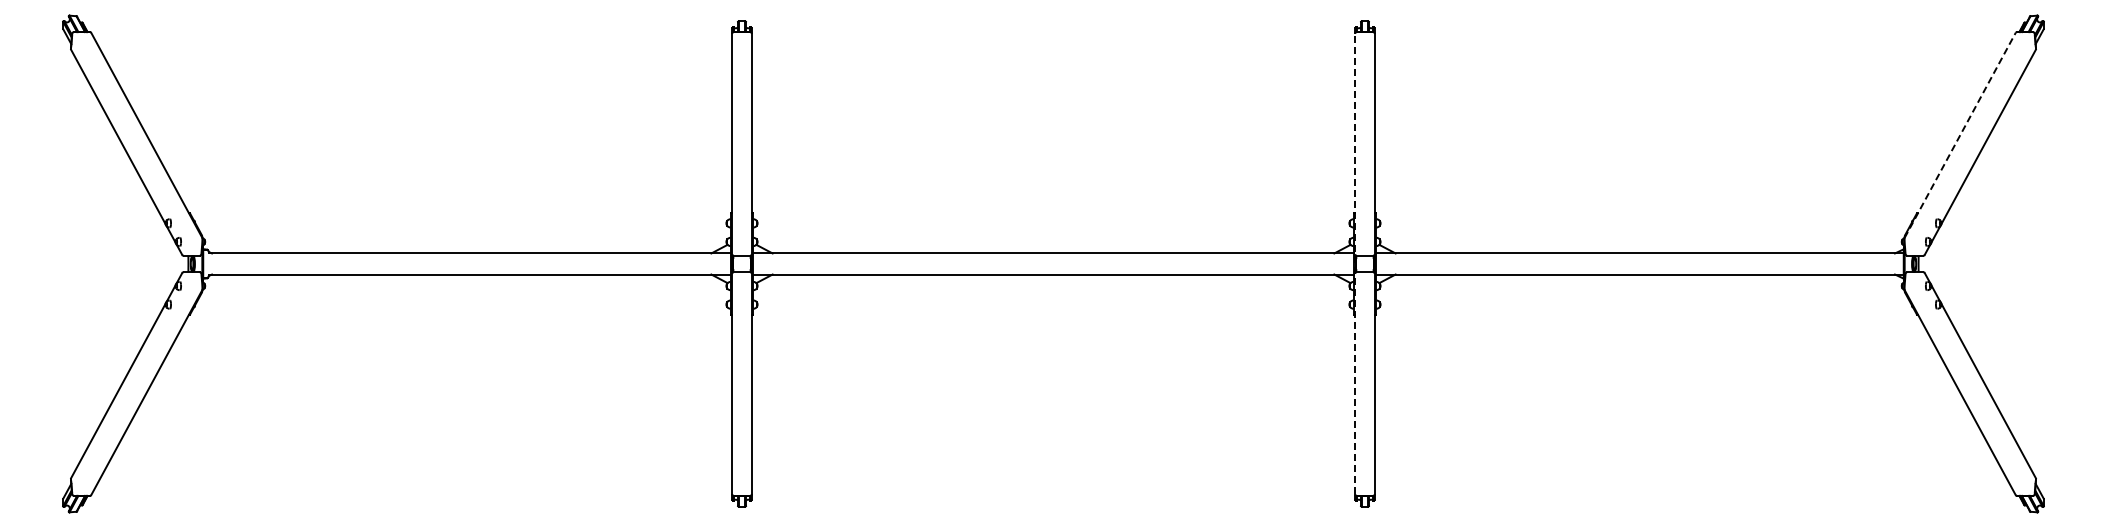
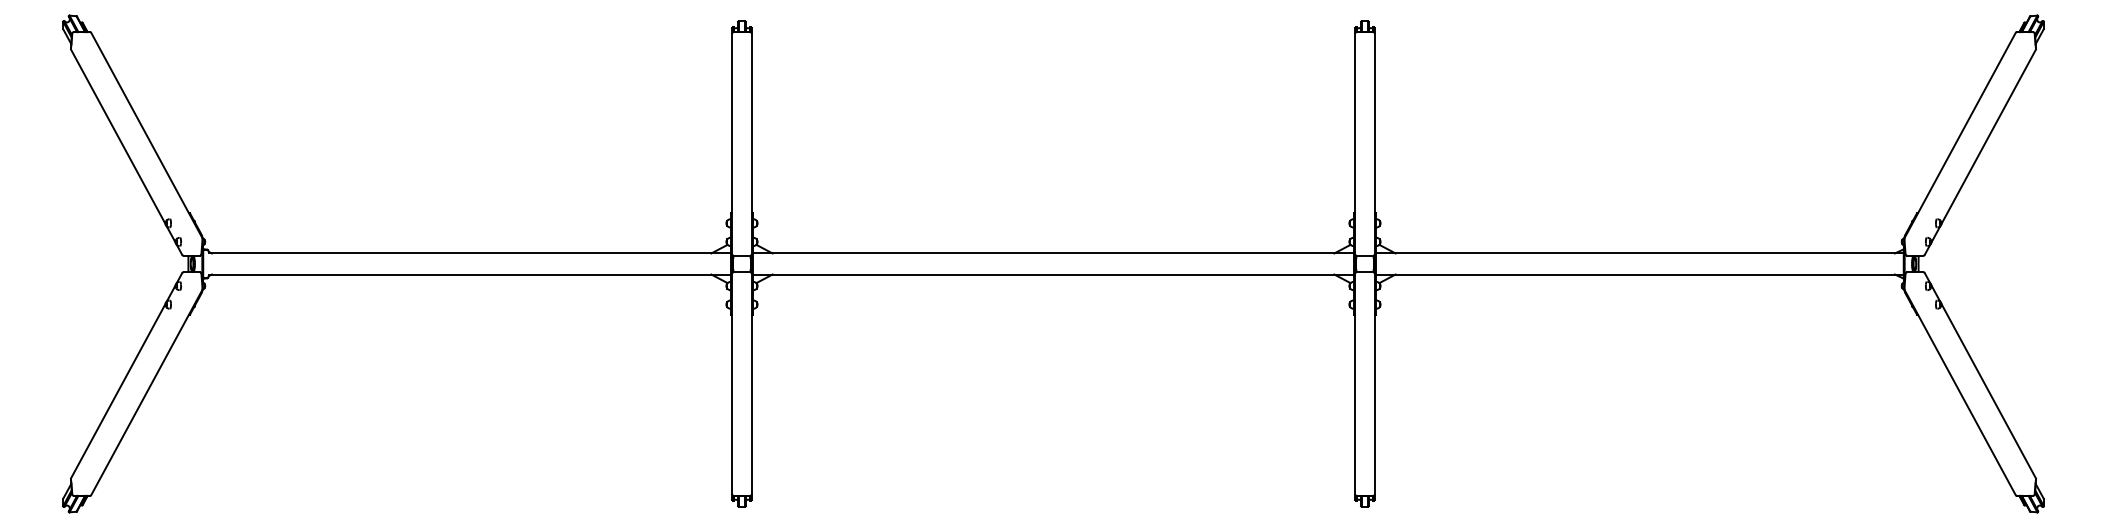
line at (1960, 135): dashed -> solid
line at (1355, 263): dashed -> solid
